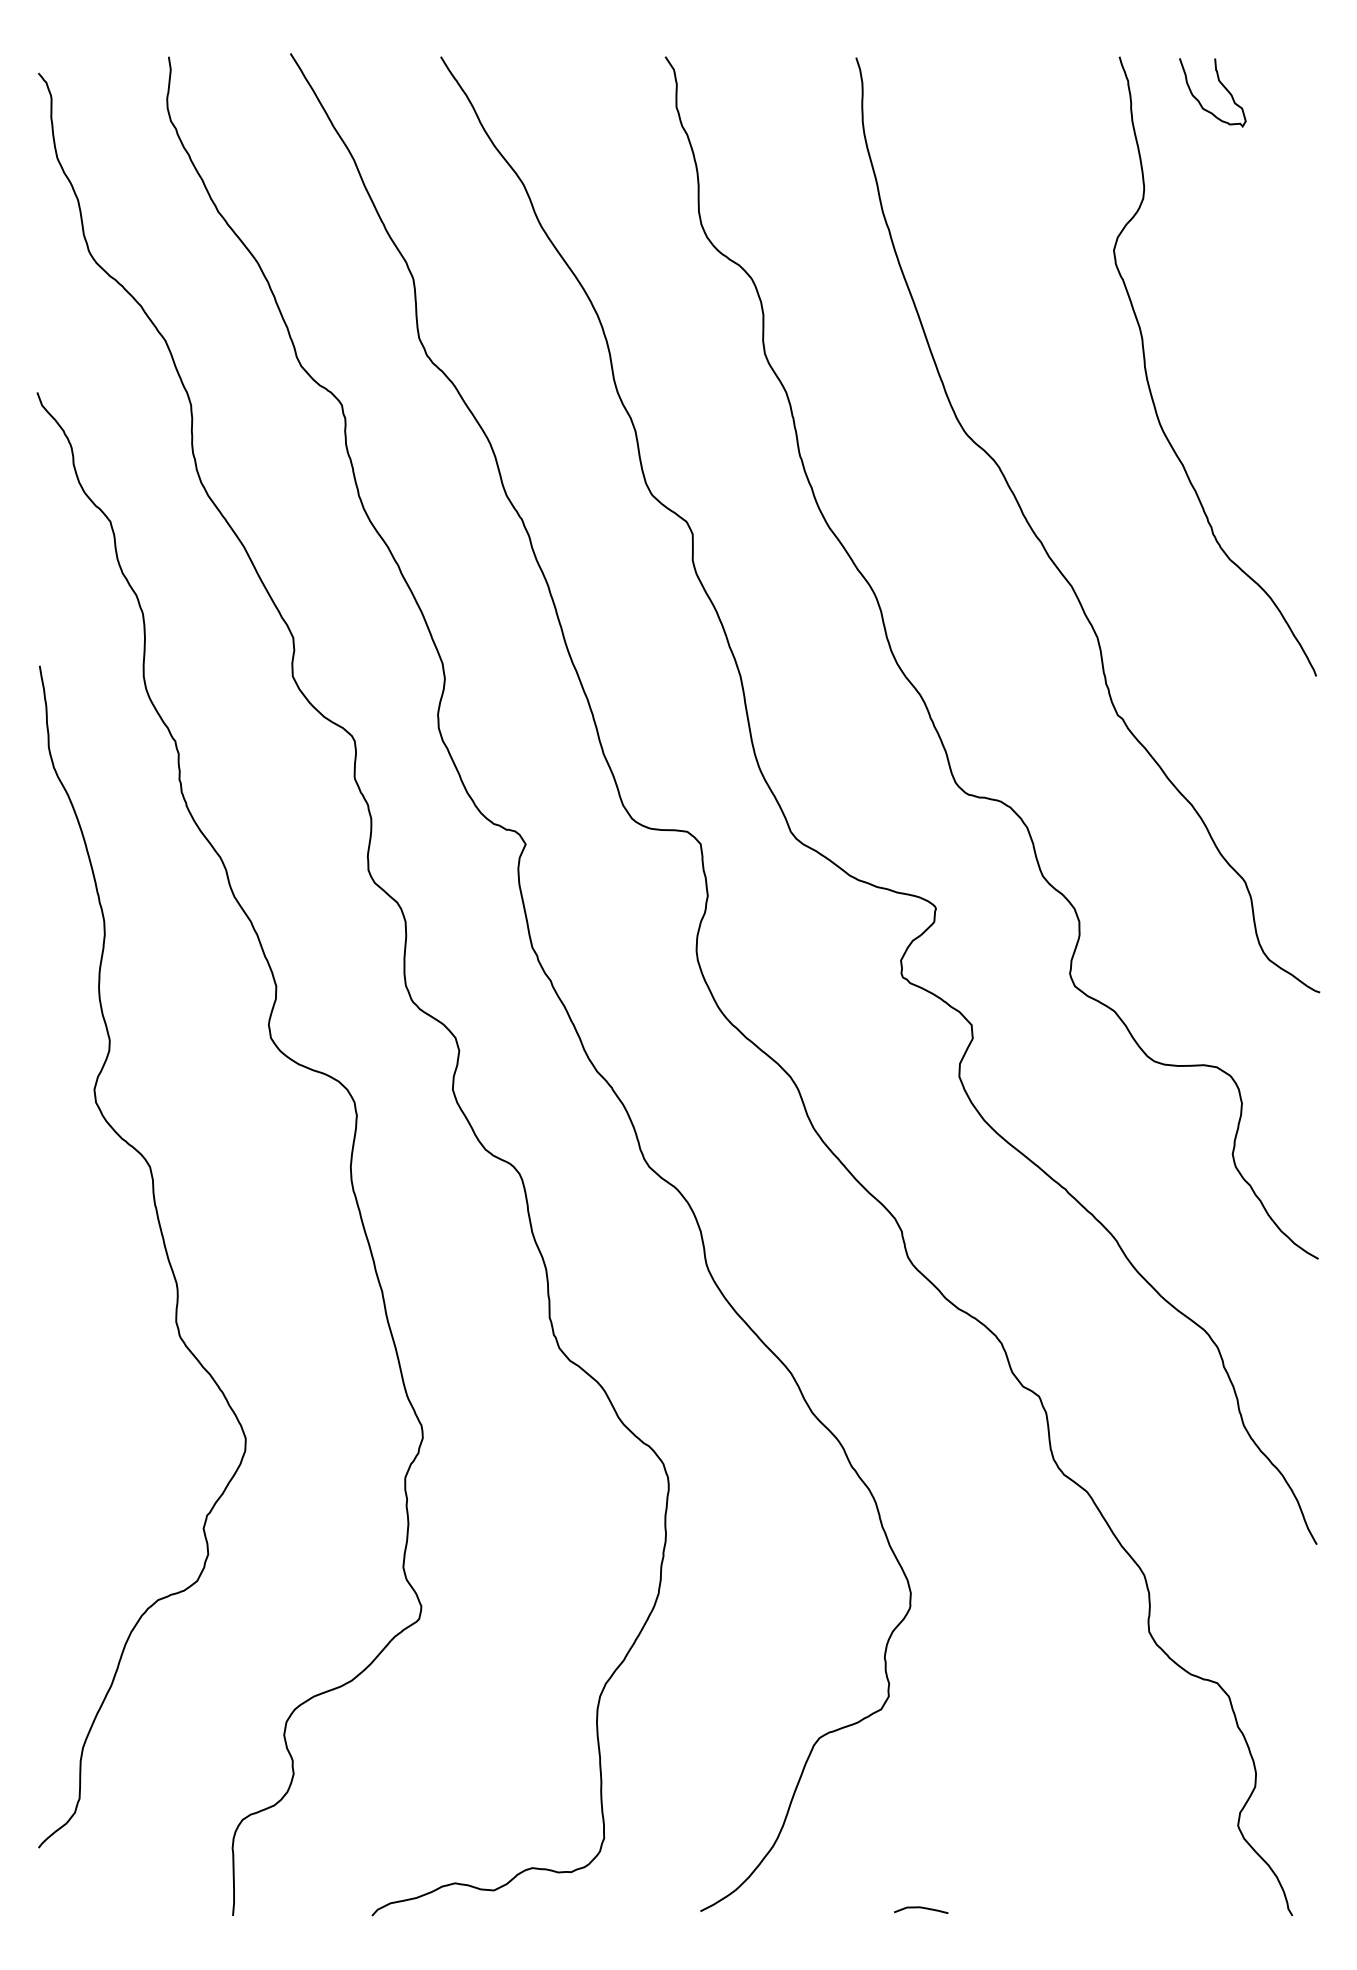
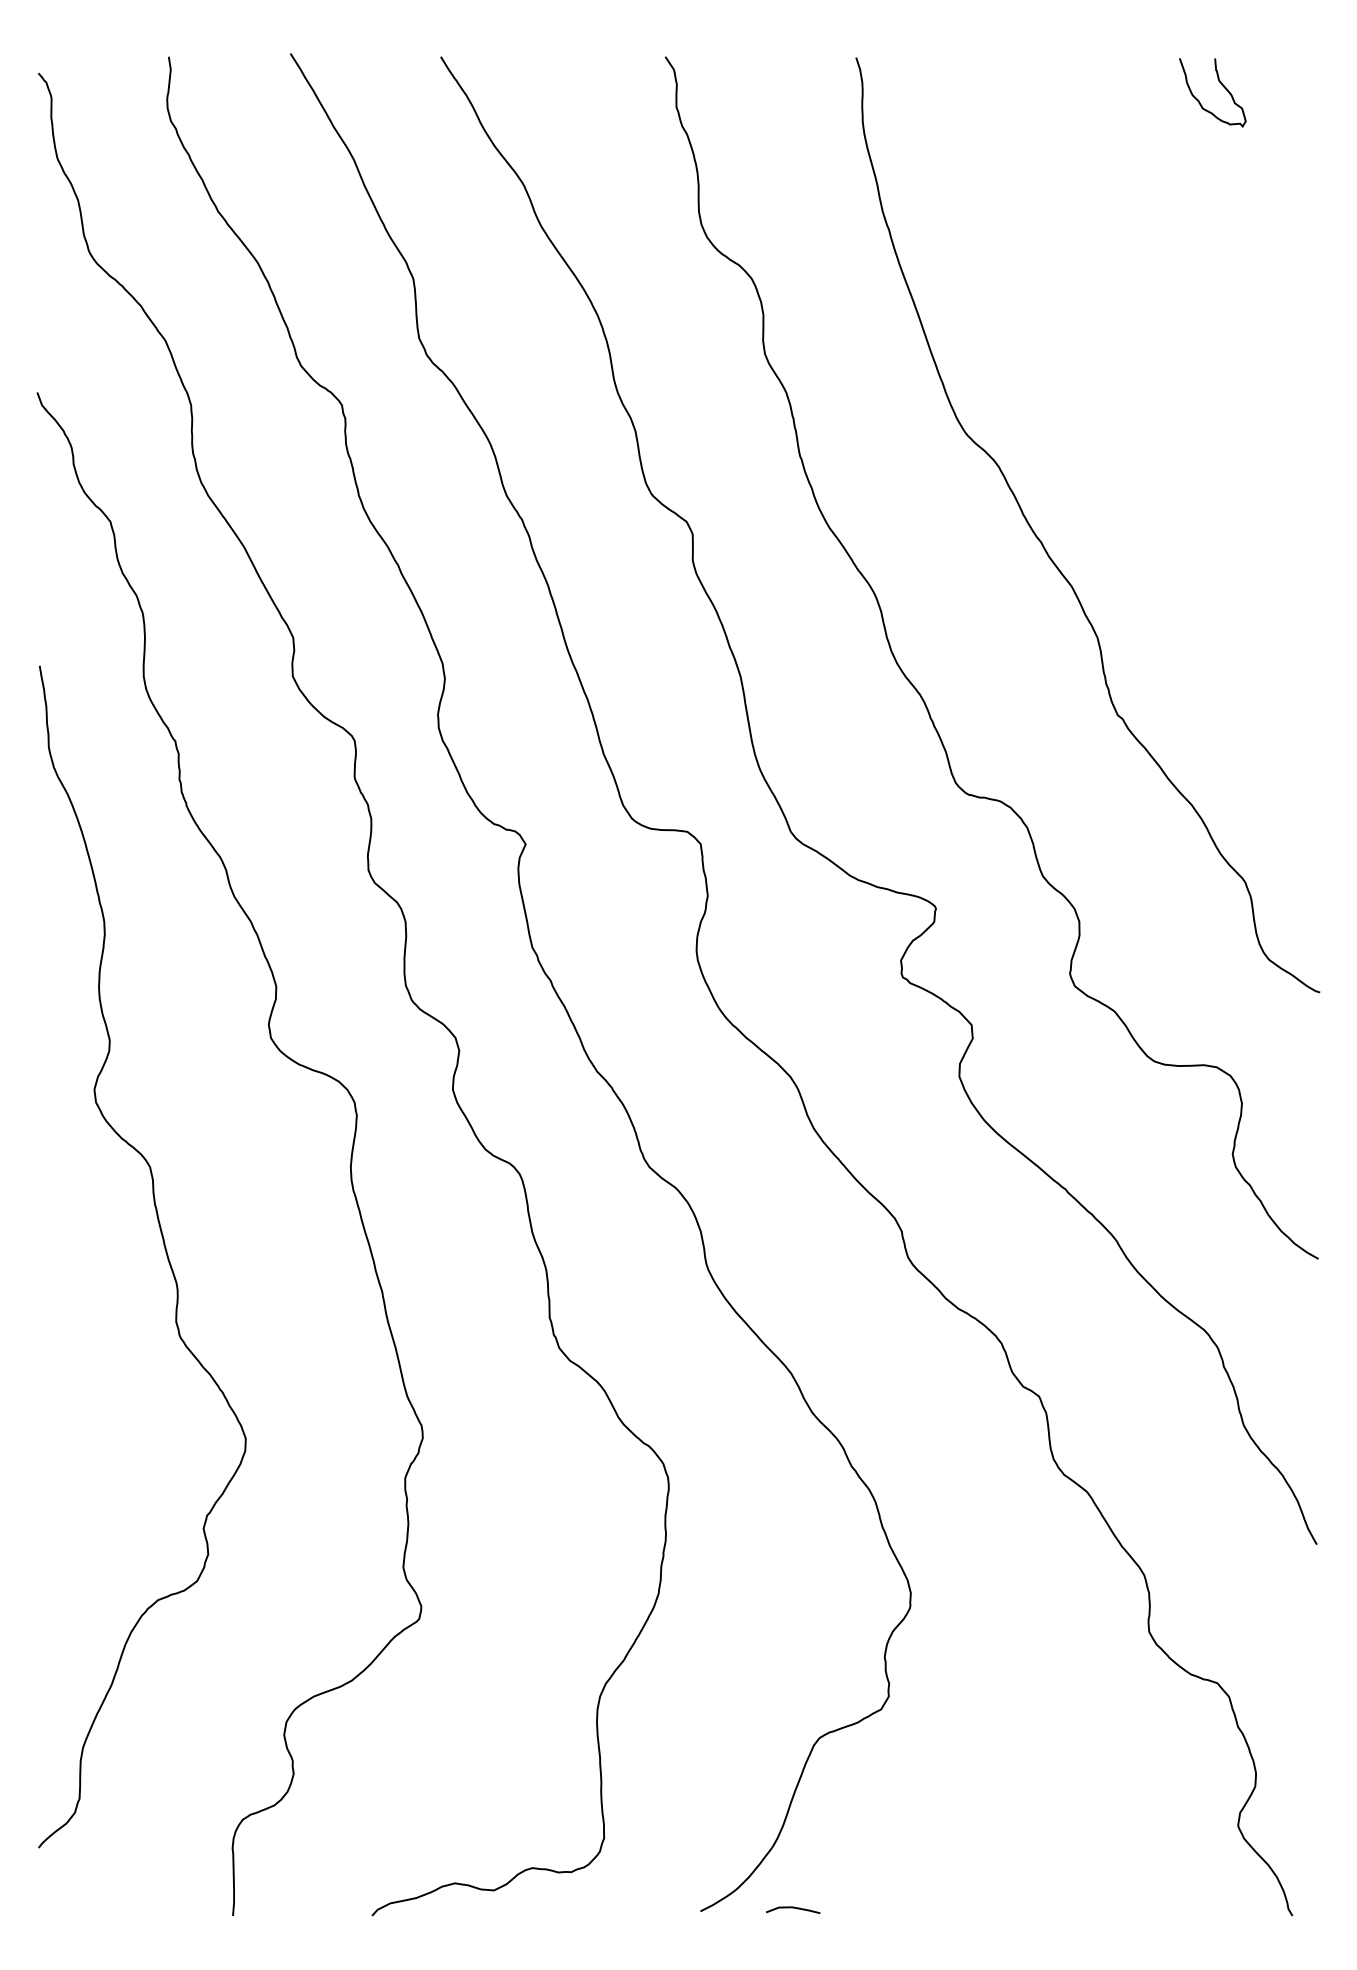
curve at (1149, 383): present -> none
curve at (921, 1908) position: (921, 1908) -> (793, 1908)
